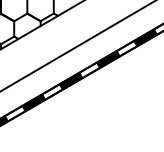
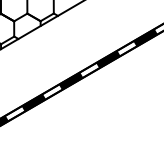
line at (77, 46): present -> none
